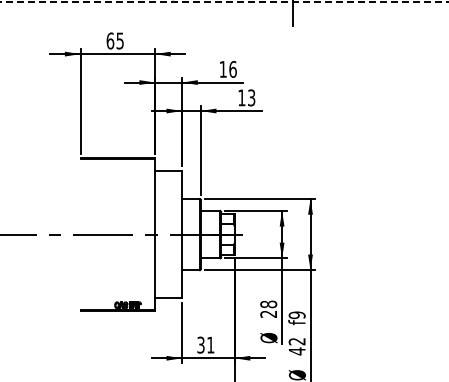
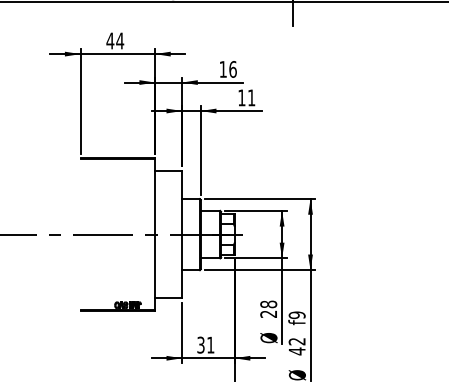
line at (224, 2): dashed -> solid
text at (115, 40): 65 -> 44
text at (251, 97): 13 -> 11
